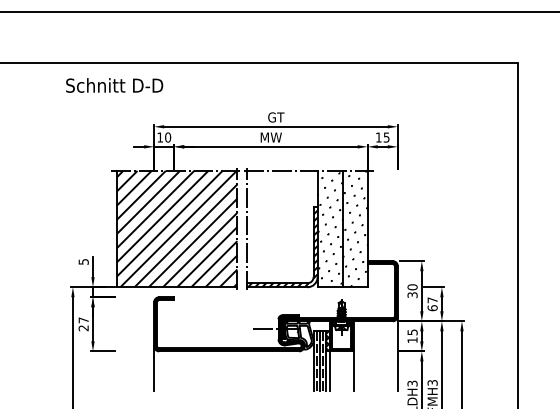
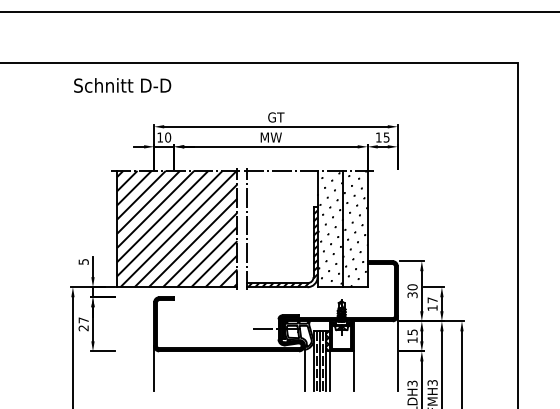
text at (114, 85) position: (114, 85) -> (122, 85)
text at (432, 308): 67 -> 17
line at (304, 368): none -> present
